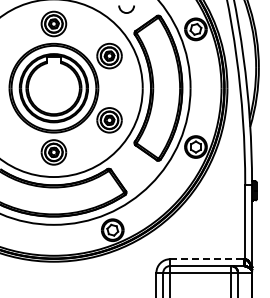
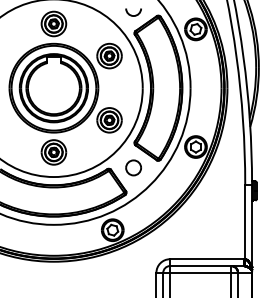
arc at (124, 11) position: (124, 11) -> (131, 14)
part at (133, 167): none -> present
line at (207, 259): dashed -> solid
